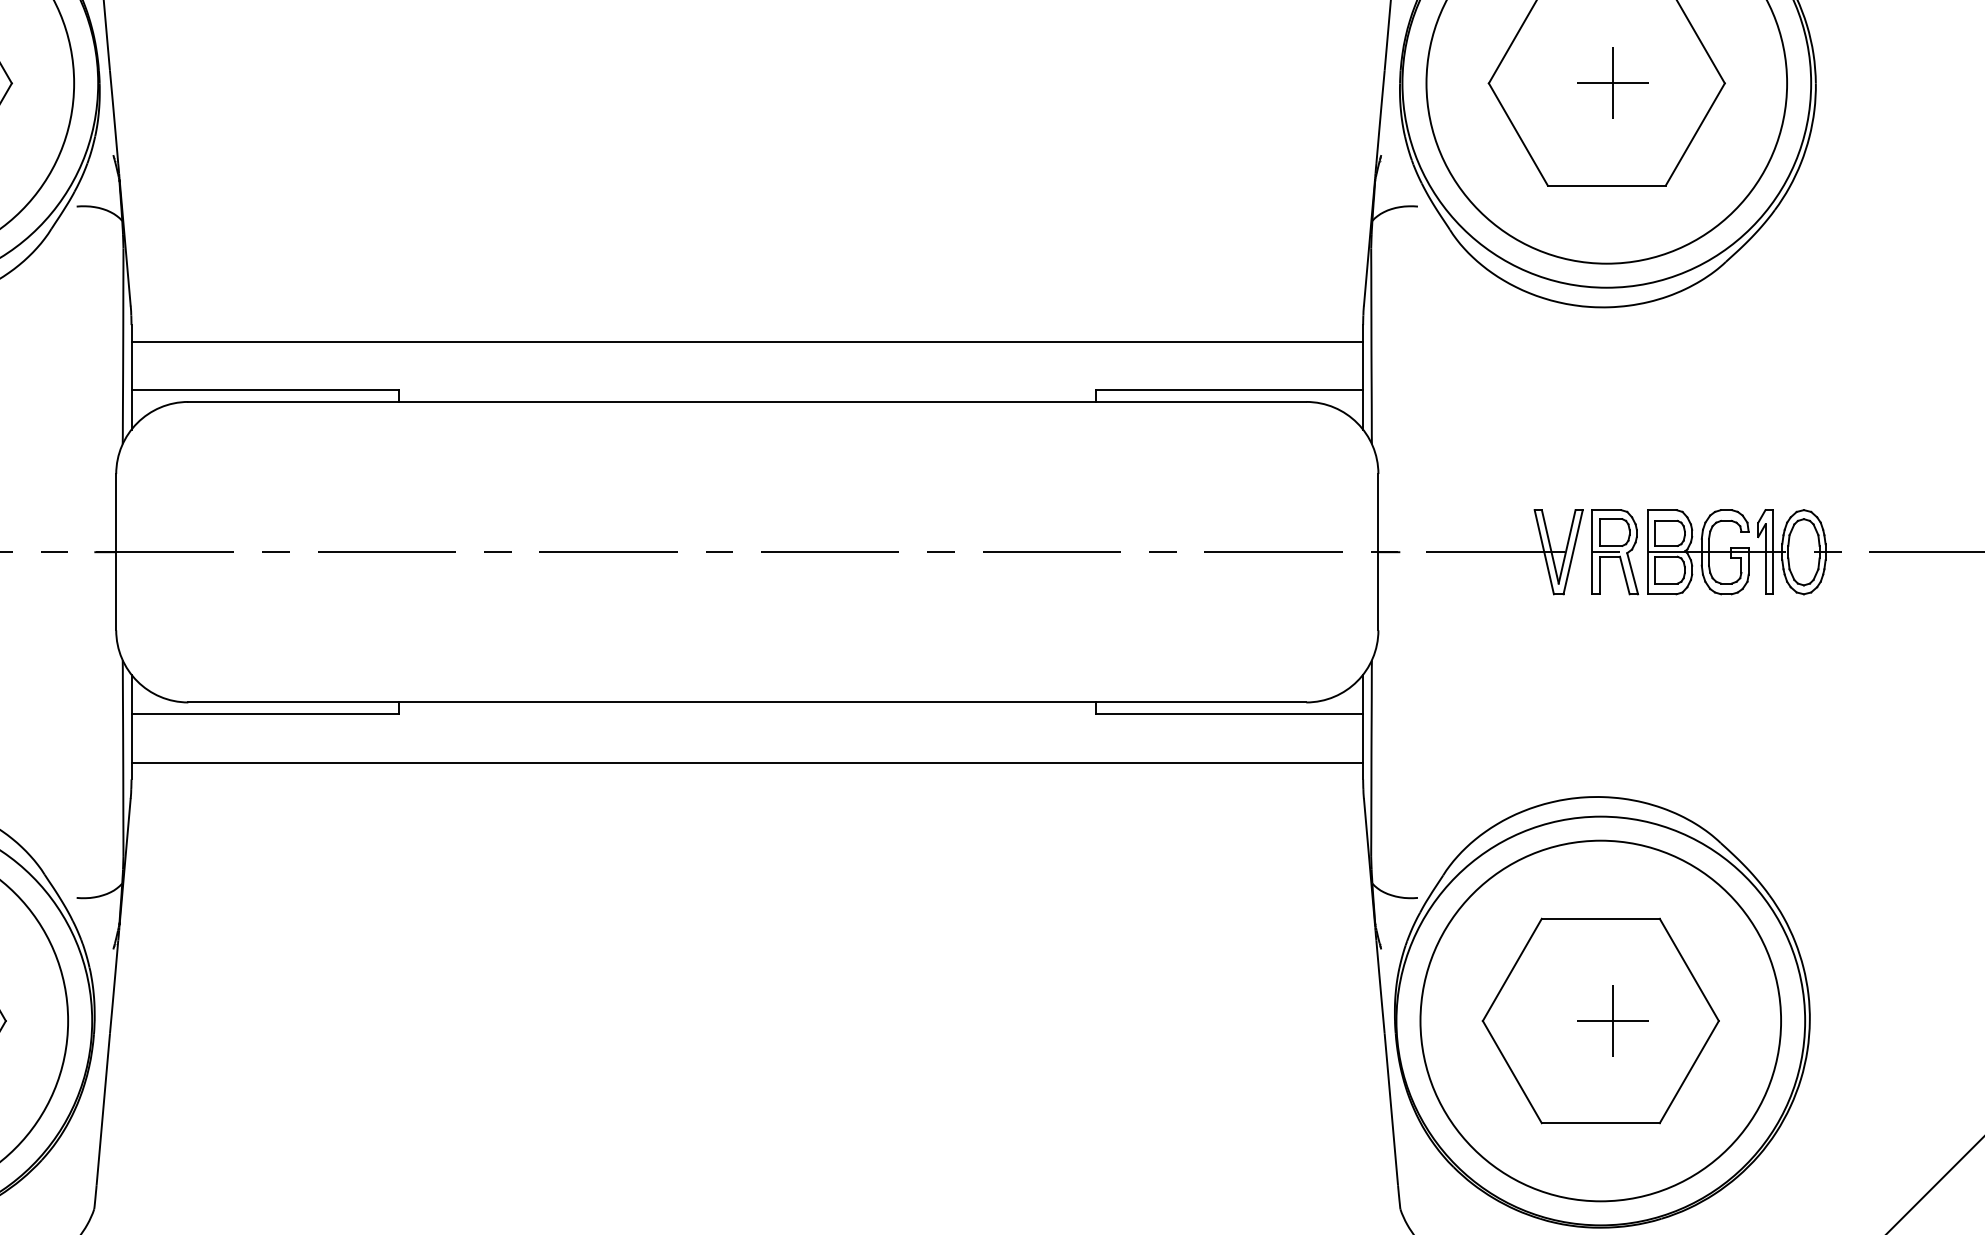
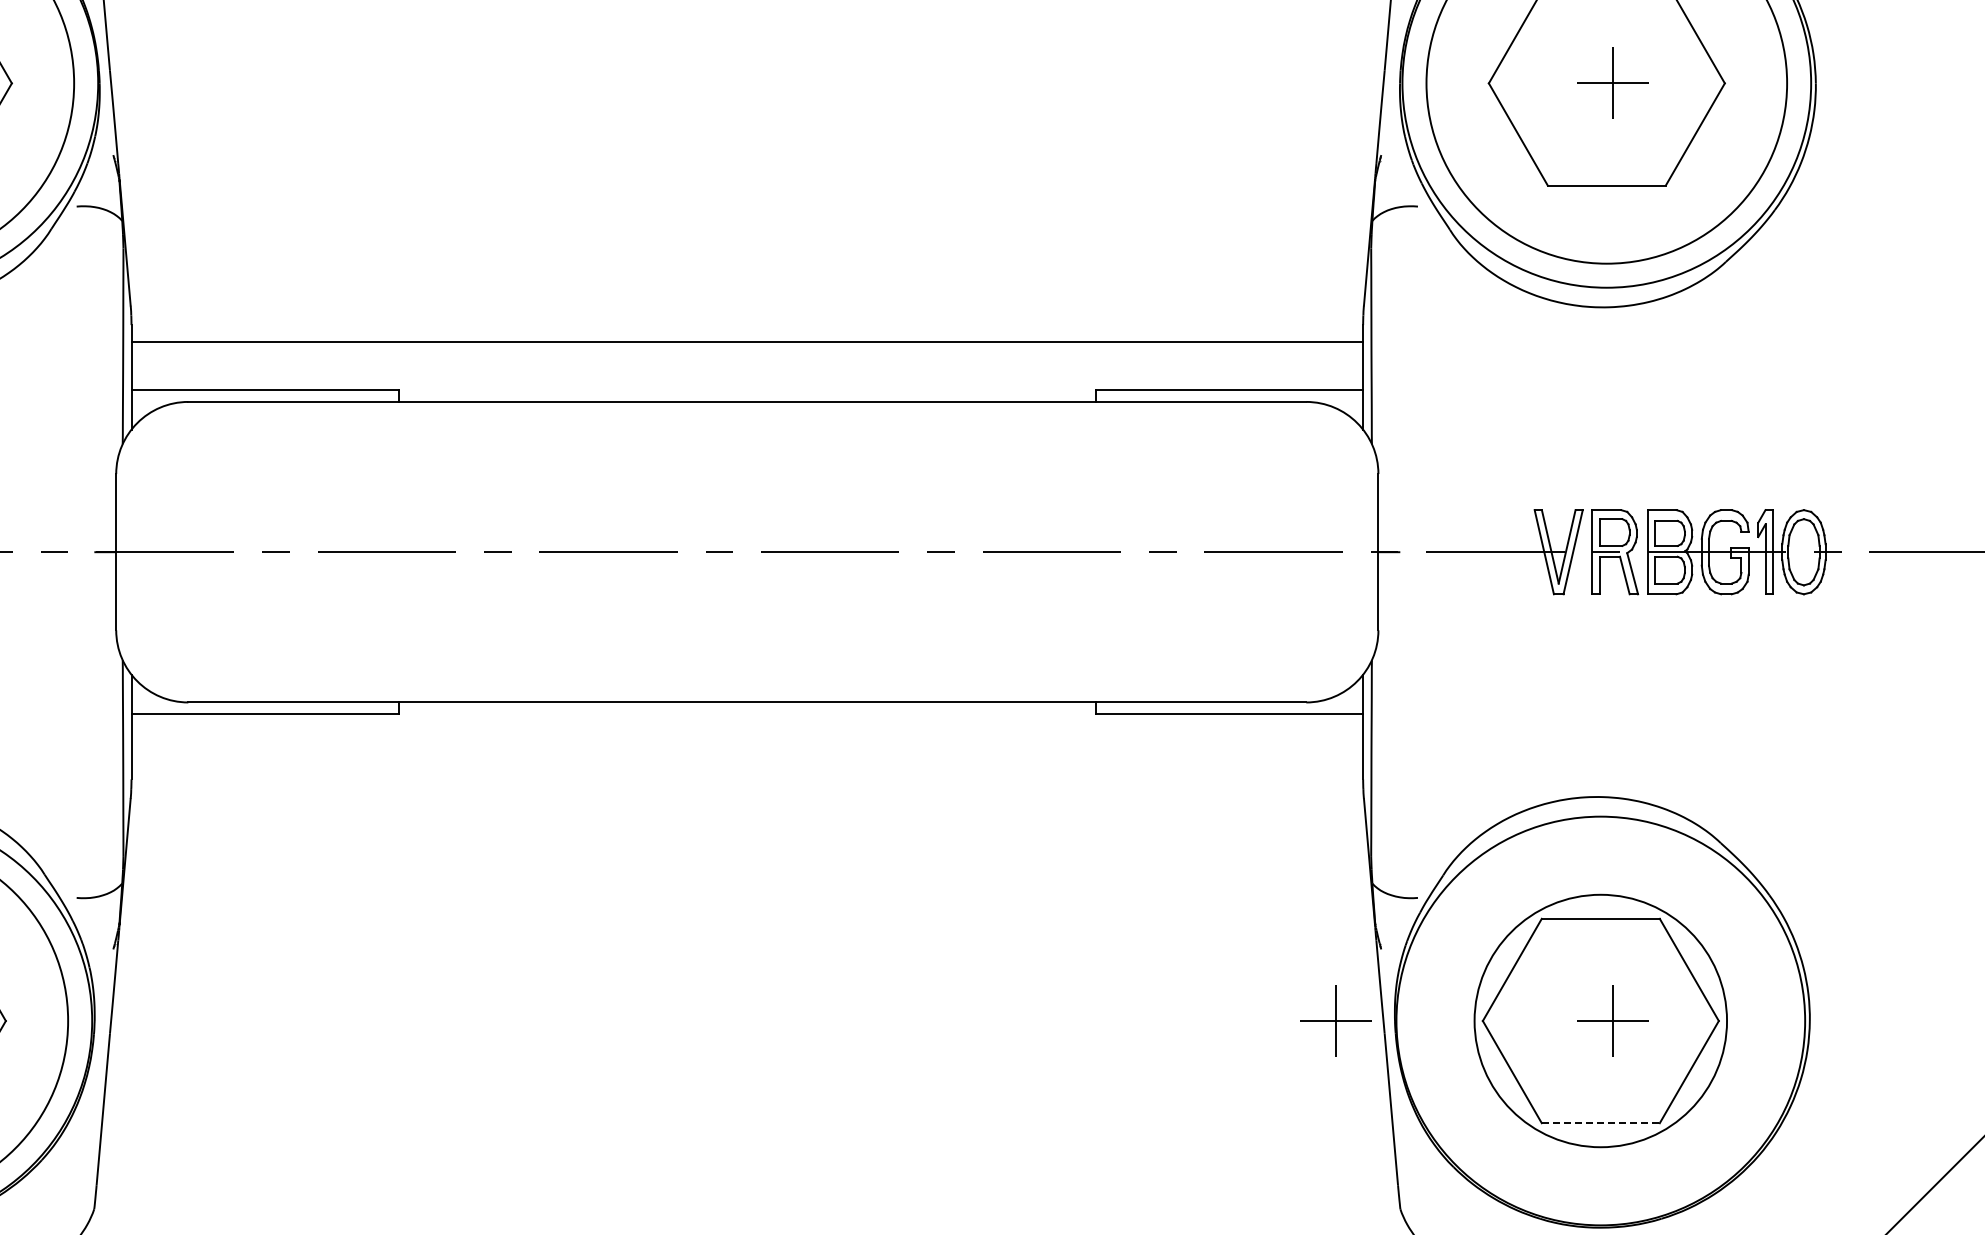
line at (747, 762): present -> none
part at (1335, 1020): none -> present
circle at (1600, 1020) diameter: 361 px -> 252 px
line at (1601, 1123): solid -> dashed
